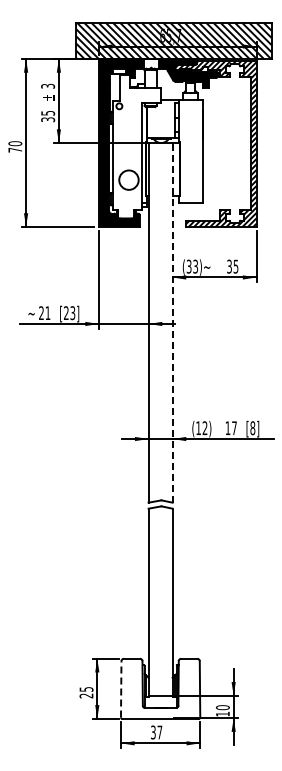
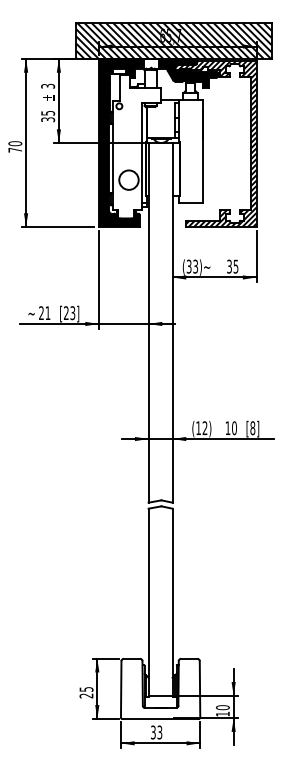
line at (172, 322): dashed -> solid
text at (234, 428): 17 -> 10
line at (121, 688): dashed -> solid
text at (159, 732): 37 -> 33
